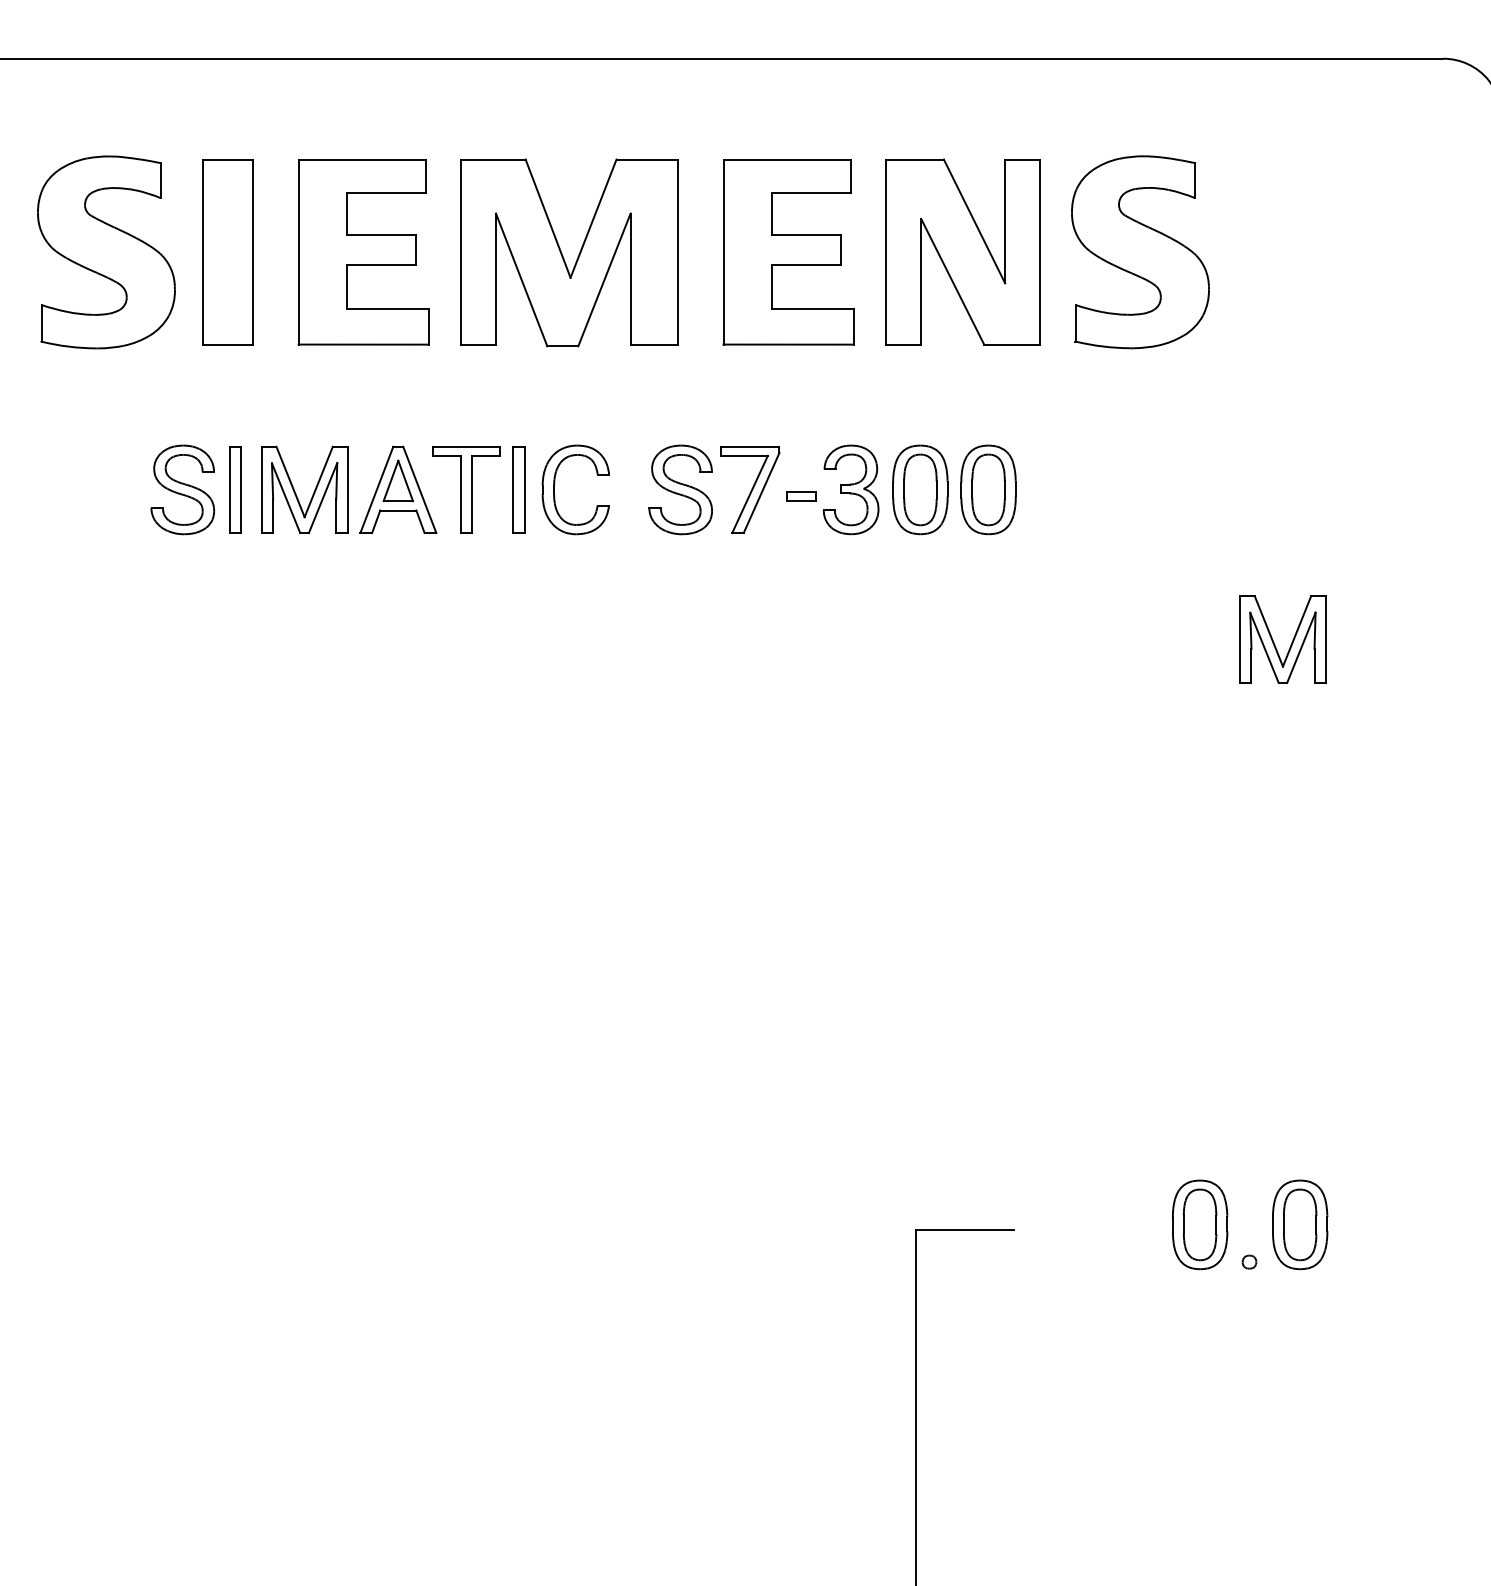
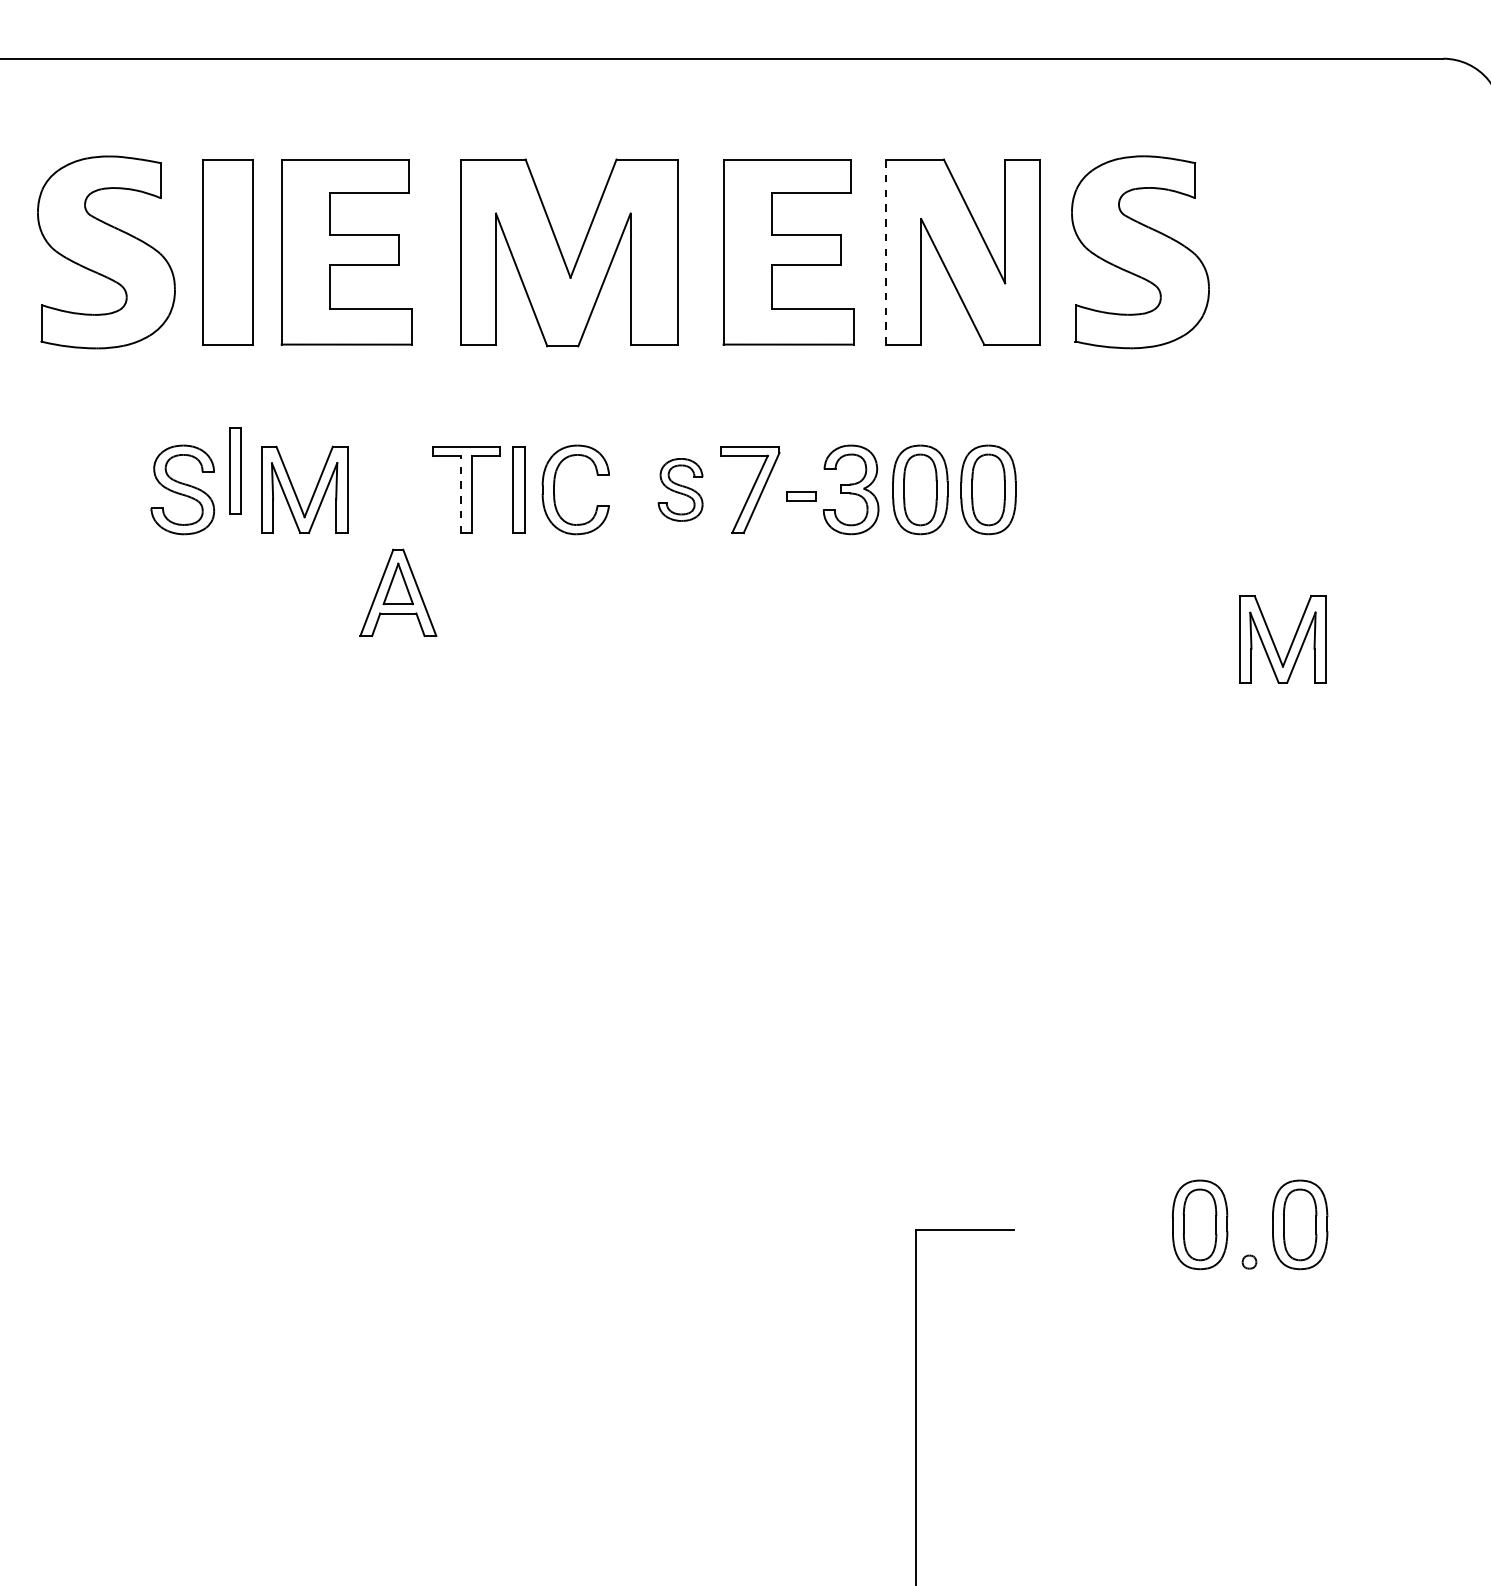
line at (886, 251): solid -> dashed
part at (363, 252) position: (363, 252) -> (346, 252)
part at (235, 489) position: (235, 489) -> (235, 470)
part at (398, 489) position: (398, 489) -> (398, 592)
part at (680, 489) size: 65x92 px -> 47x64 px
line at (460, 494): solid -> dashed
